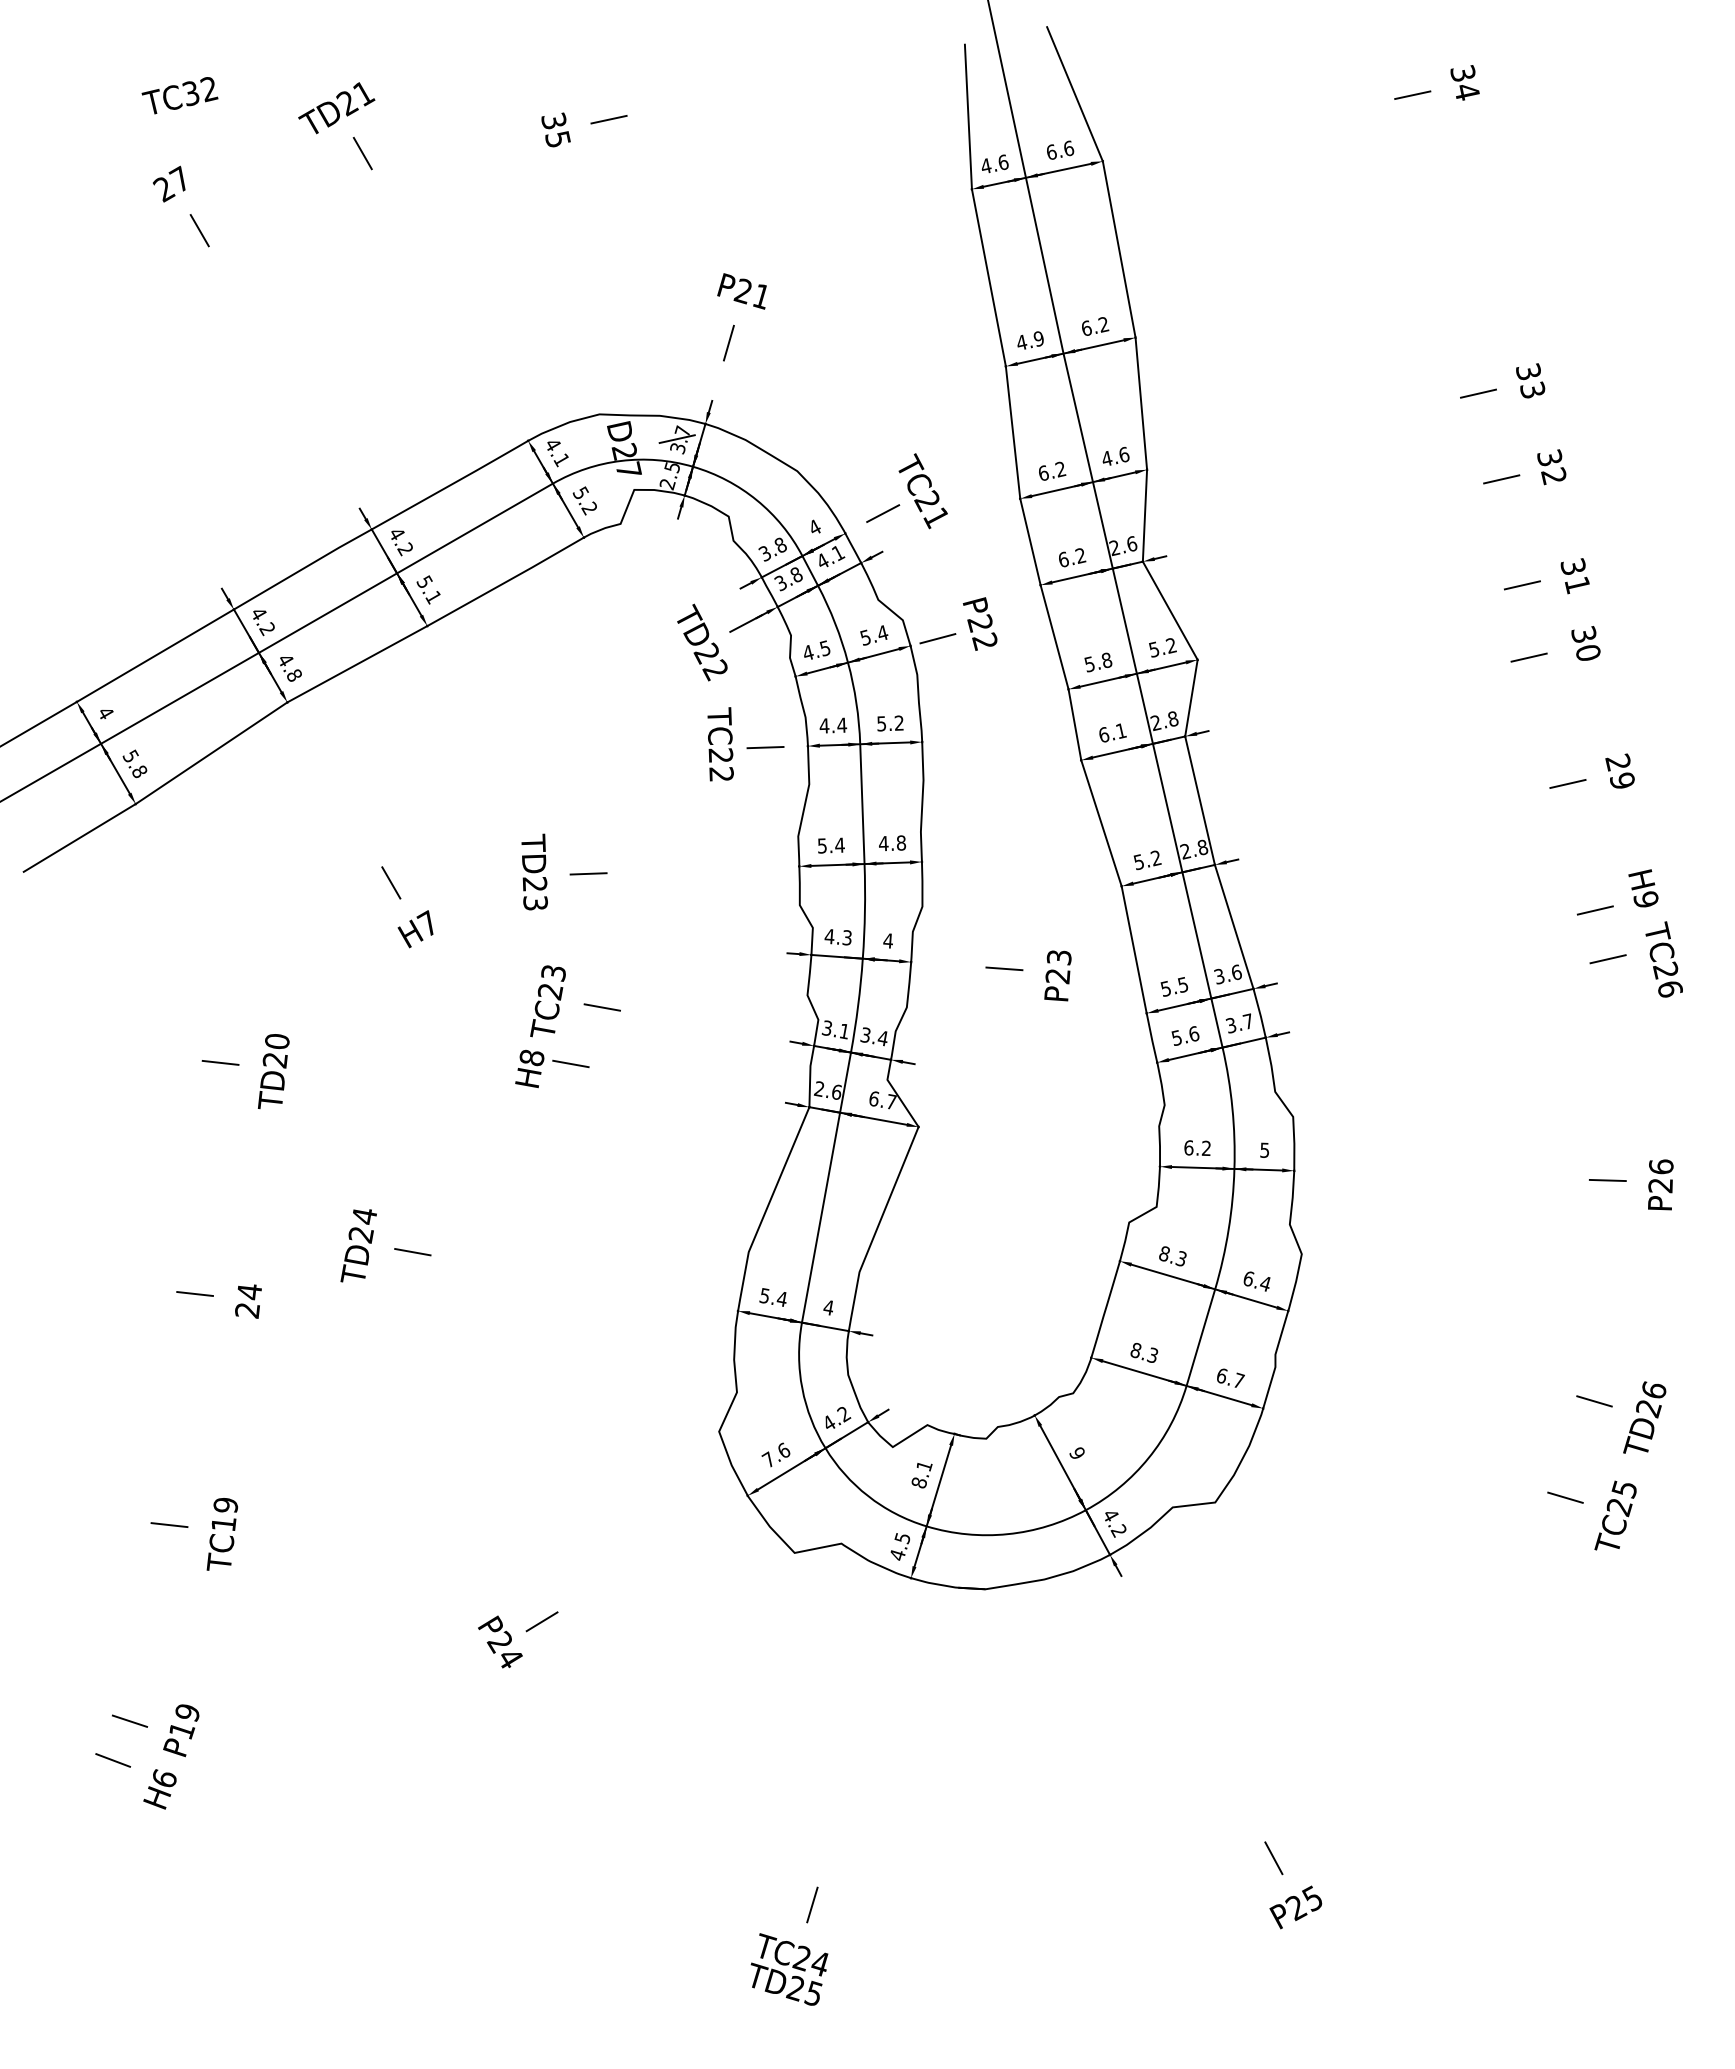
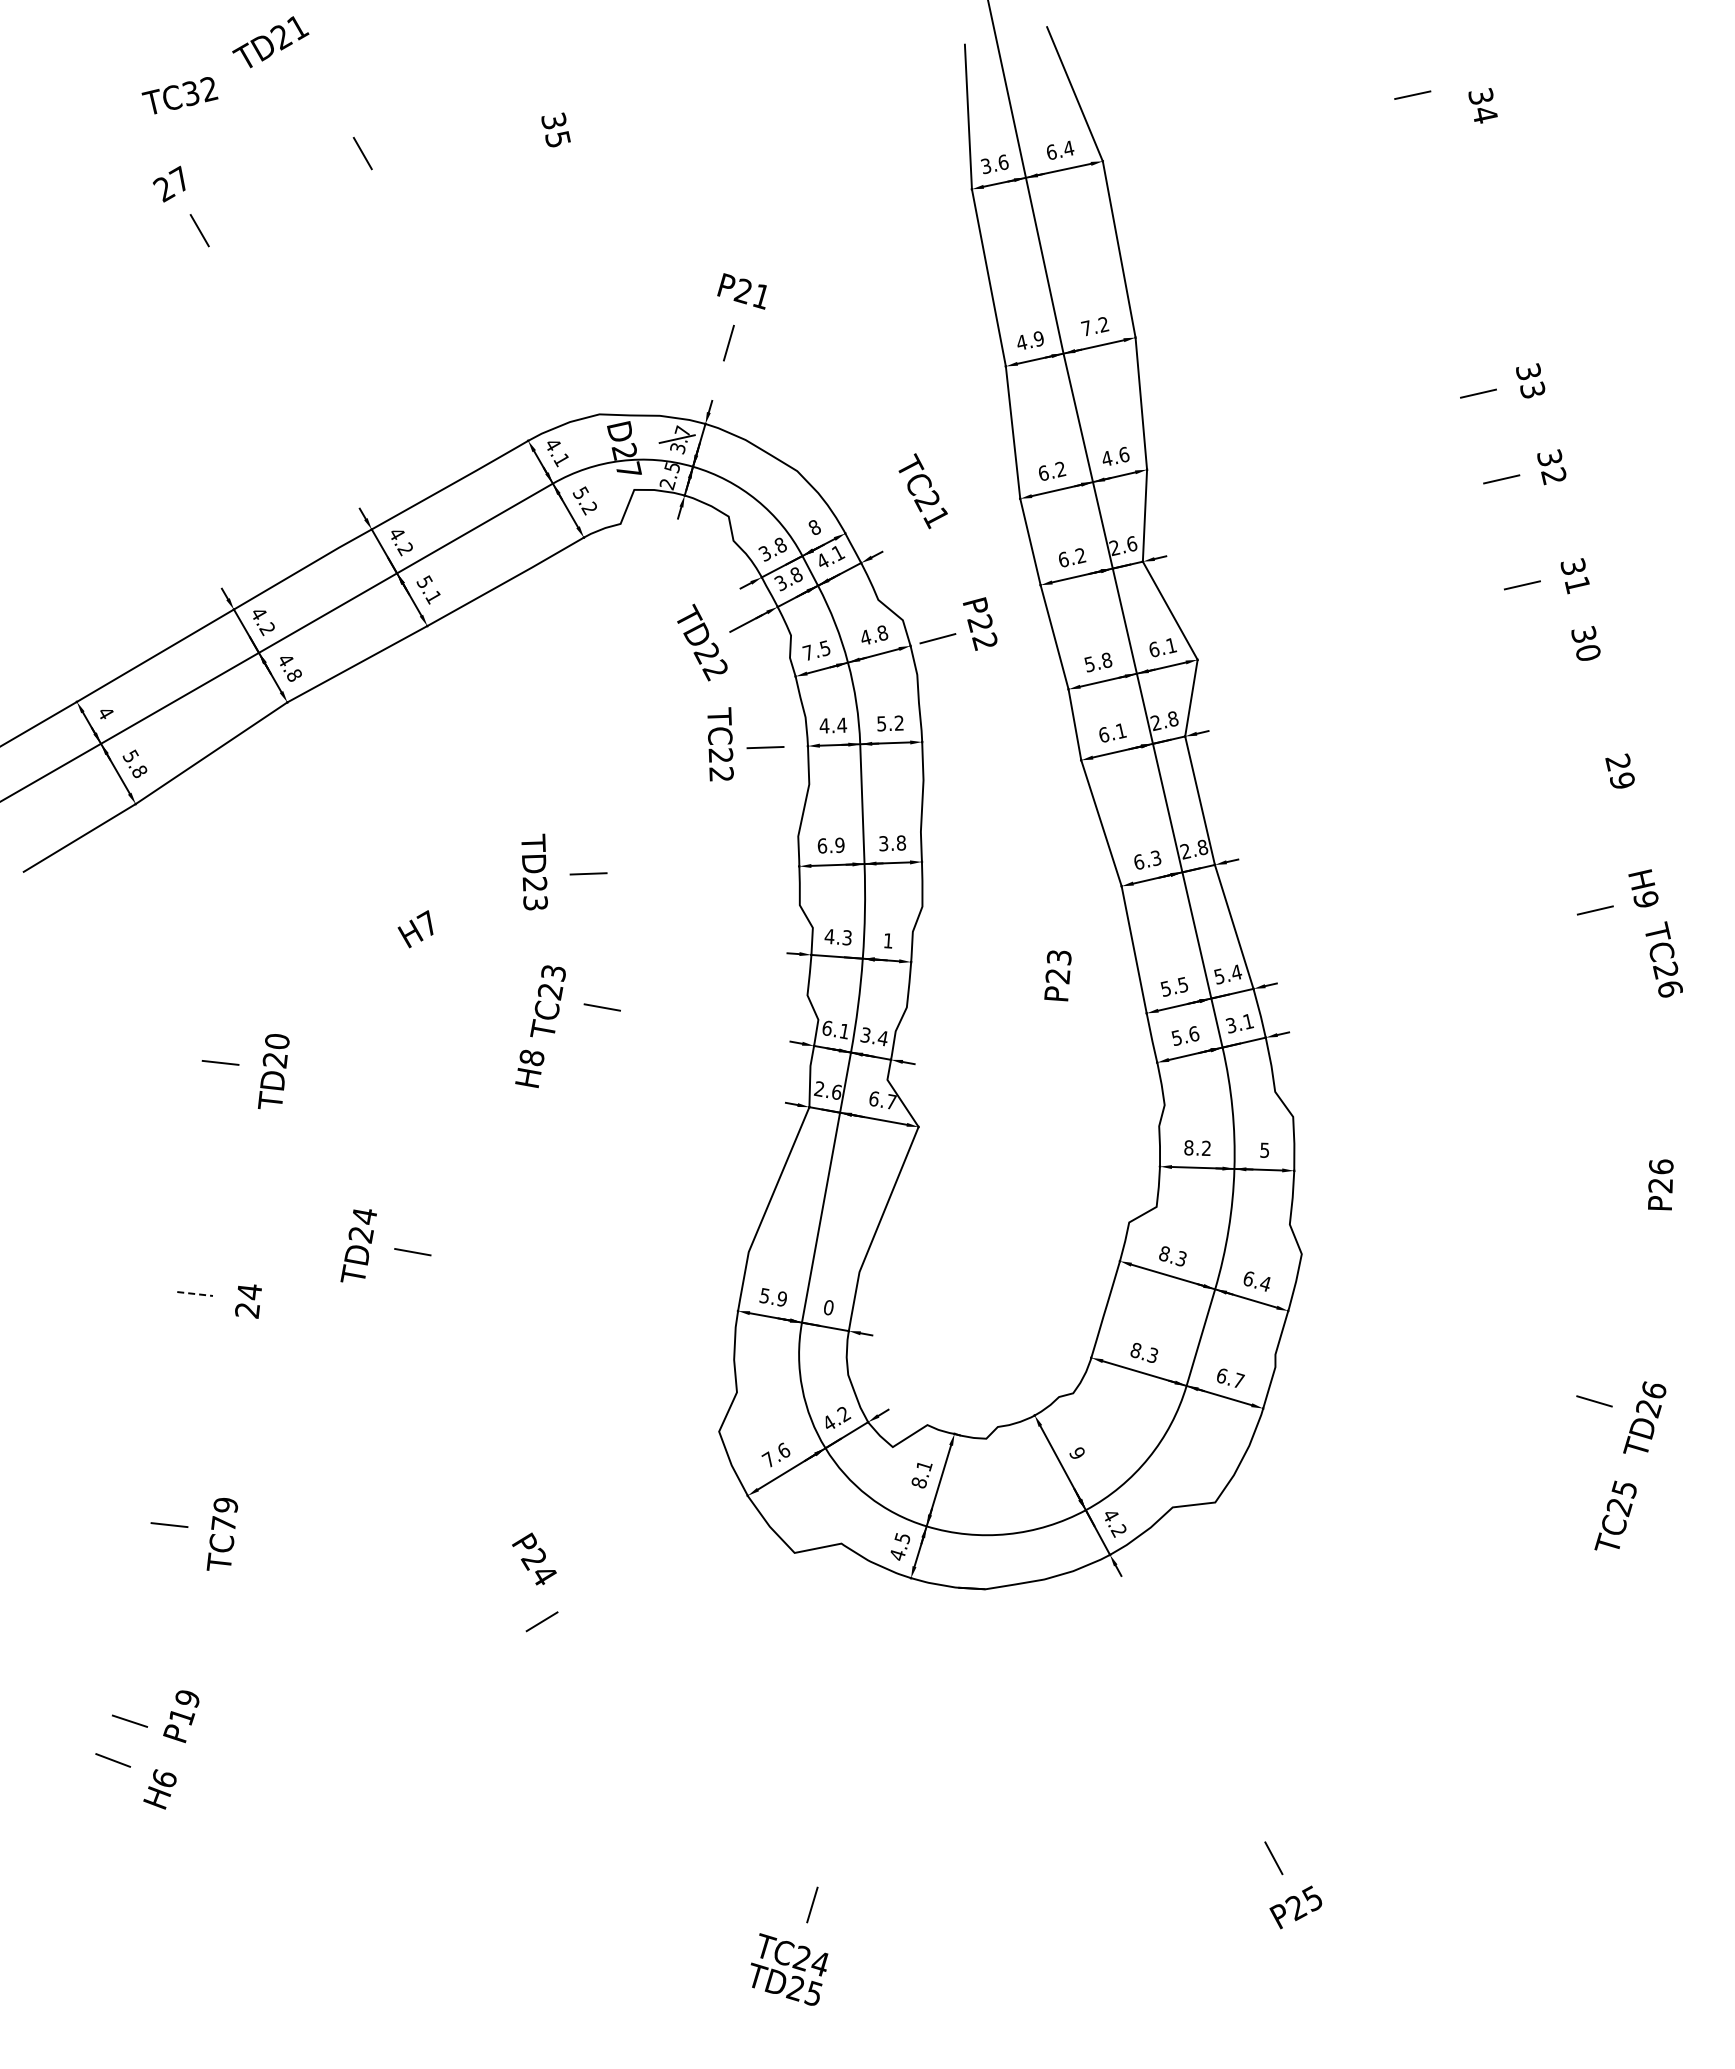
text at (1464, 82) position: (1464, 82) -> (1482, 105)
text at (336, 108) position: (336, 108) -> (270, 42)
line at (608, 119): present -> none
text at (1069, 148): 6.6 -> 6.4
text at (985, 166): 4.6 -> 3.6
text at (1086, 328): 6.2 -> 7.2
line at (883, 513): present -> none
text at (814, 526): 4 -> 8
text at (874, 635): 5.4 -> 4.8
text at (1163, 647): 5.2 -> 6.1
text at (807, 652): 4.5 -> 7.5
line at (1528, 657): present -> none
line at (1567, 783): present -> none
text at (883, 843): 4.8 -> 3.8
text at (830, 845): 5.4 -> 6.9
text at (1147, 860): 5.2 -> 6.3
line at (391, 882): present -> none
text at (887, 940): 4 -> 1
line at (1607, 959): present -> none
line at (1004, 968): present -> none
text at (1228, 973): 3.6 -> 5.4
text at (1247, 1021): 3.7 -> 3.1
text at (826, 1027): 3.1 -> 6.1
line at (570, 1063): present -> none
text at (1188, 1147): 6.2 -> 8.2
line at (1607, 1180): present -> none
line at (195, 1294): solid -> dashed
text at (781, 1298): 5.4 -> 5.9
text at (828, 1307): 4 -> 0
line at (1565, 1497): present -> none
text at (223, 1523): TC19 -> TC79
text at (500, 1641) position: (500, 1641) -> (534, 1558)
text at (181, 1730) position: (181, 1730) -> (181, 1716)
